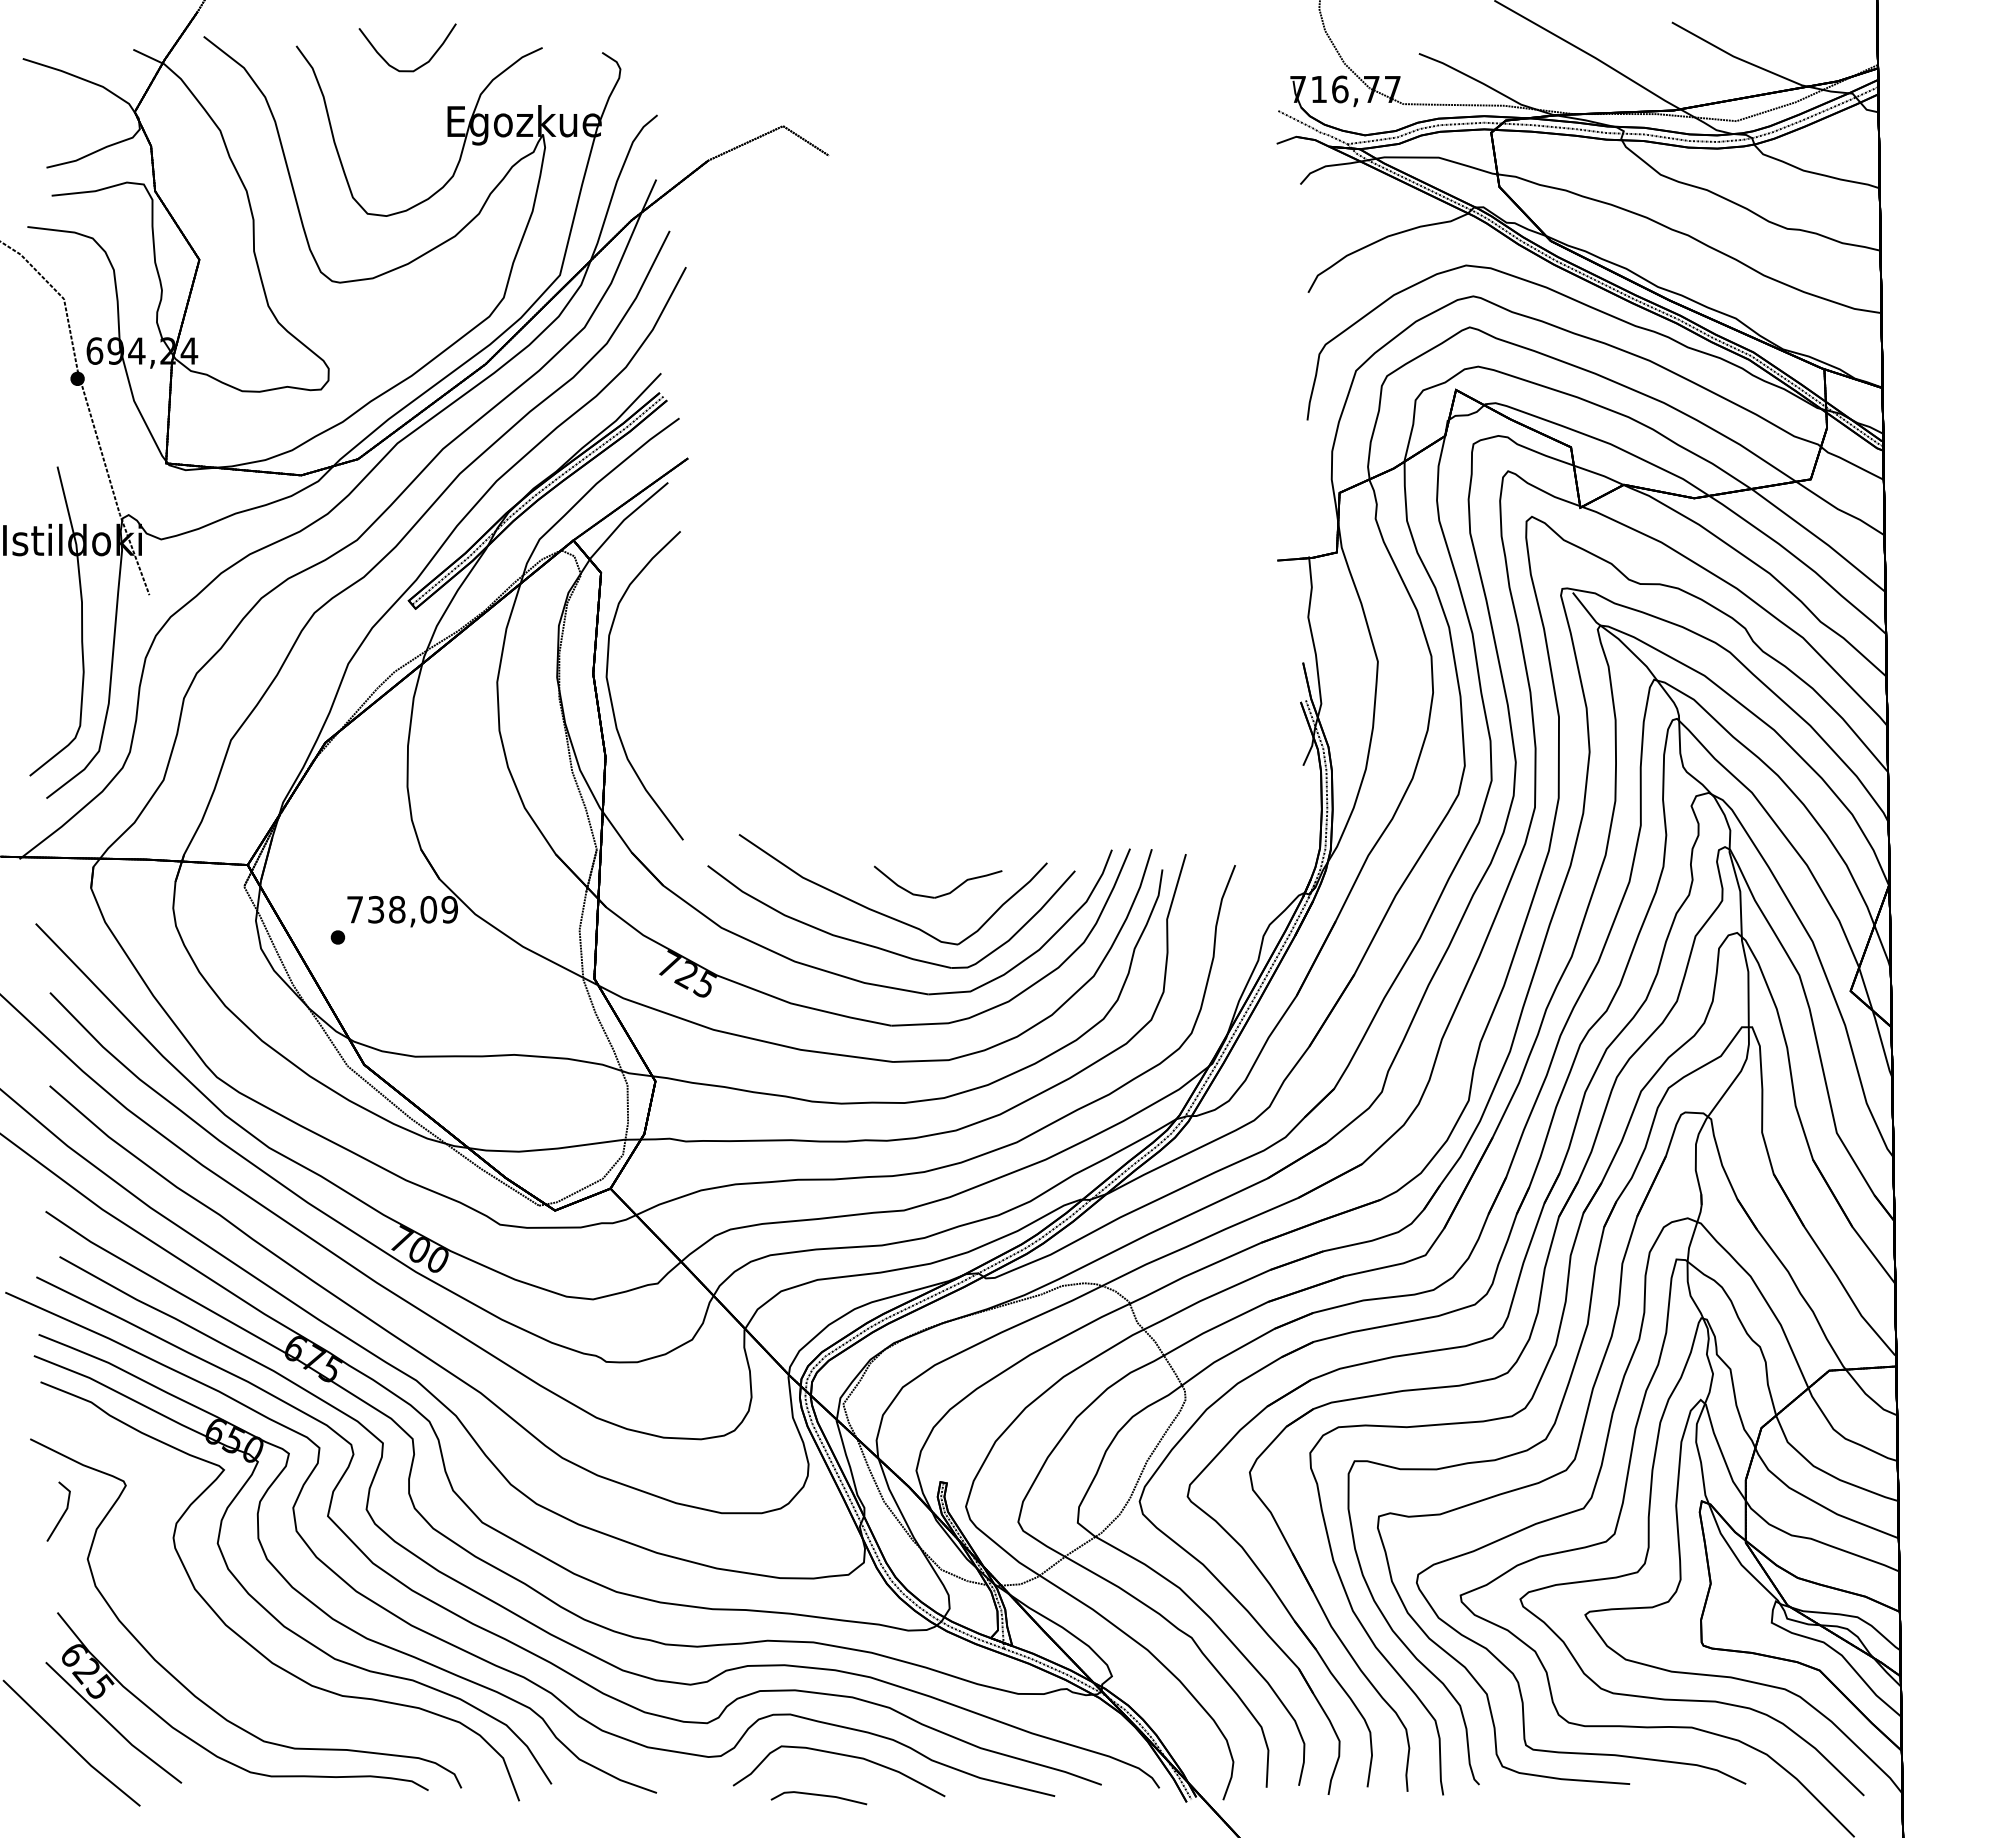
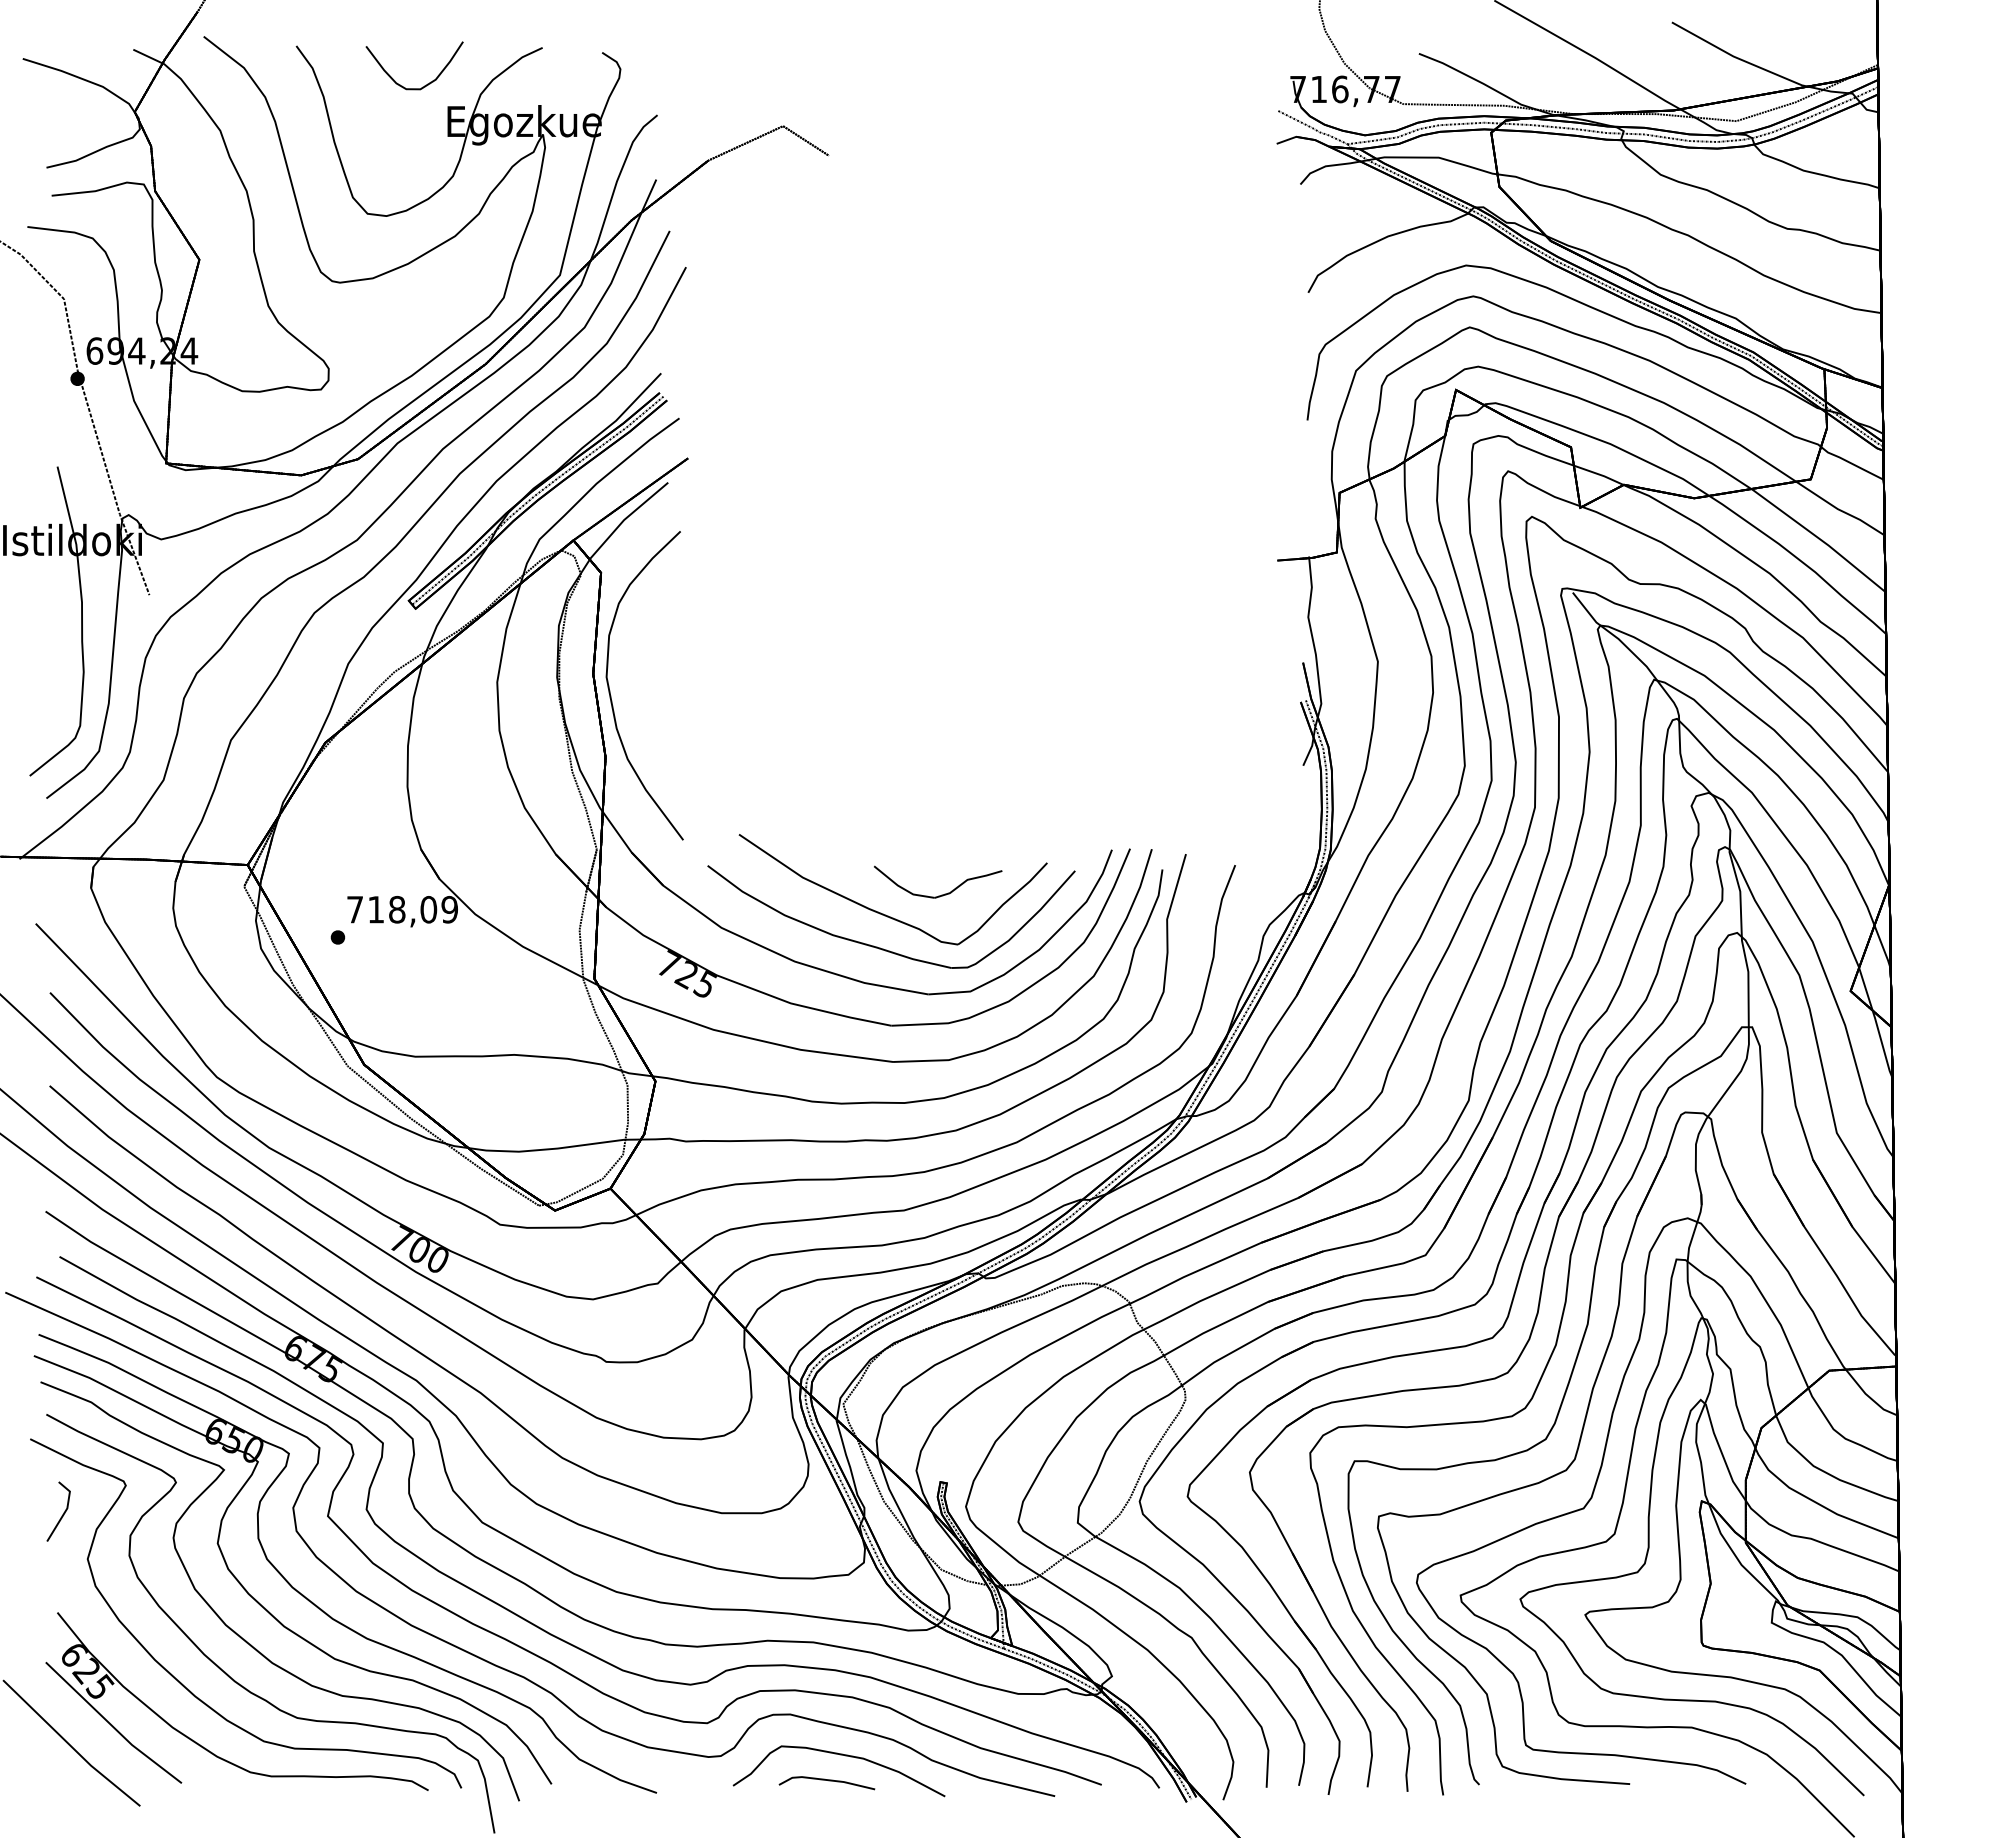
curve at (420, 65) position: (420, 65) -> (427, 83)
text at (376, 909): 738,09 -> 718,09
part at (225, 1671): none -> present
line at (820, 1796) position: (820, 1796) -> (828, 1781)
